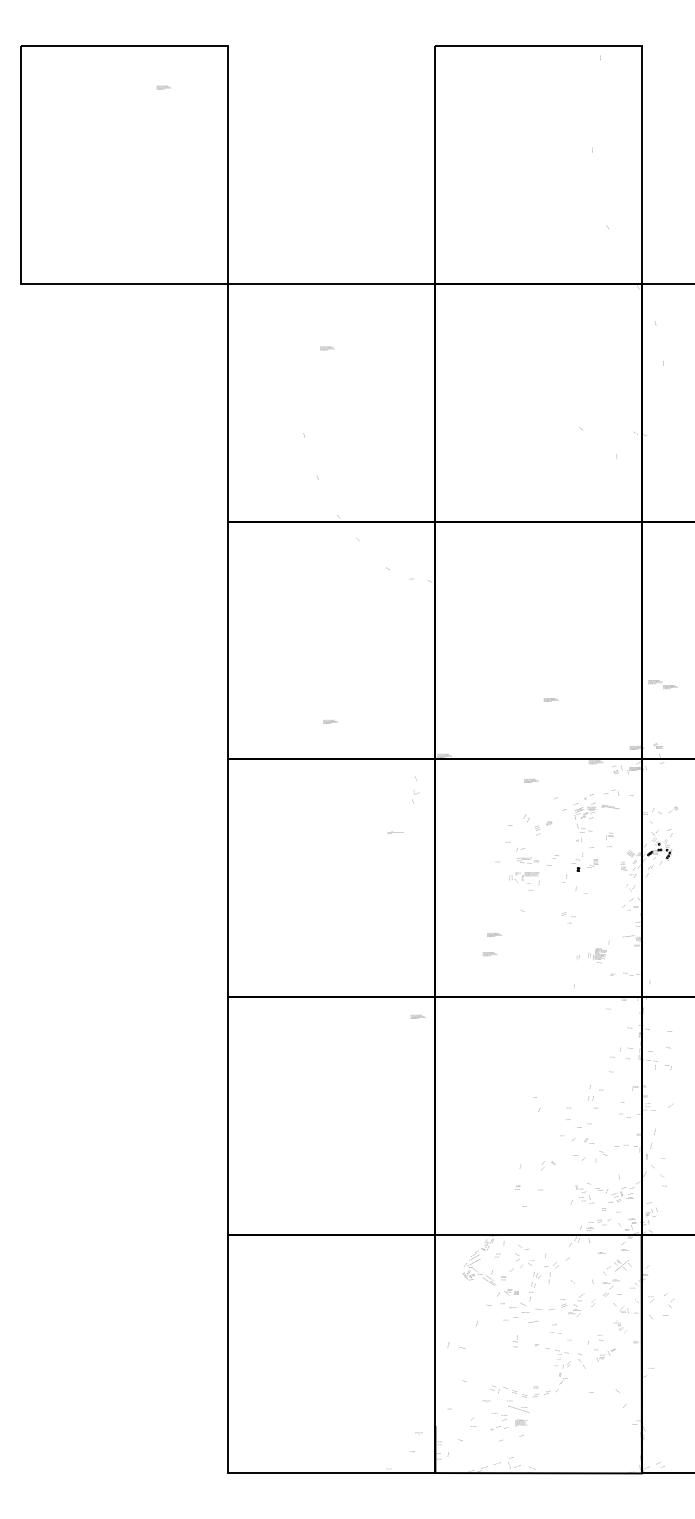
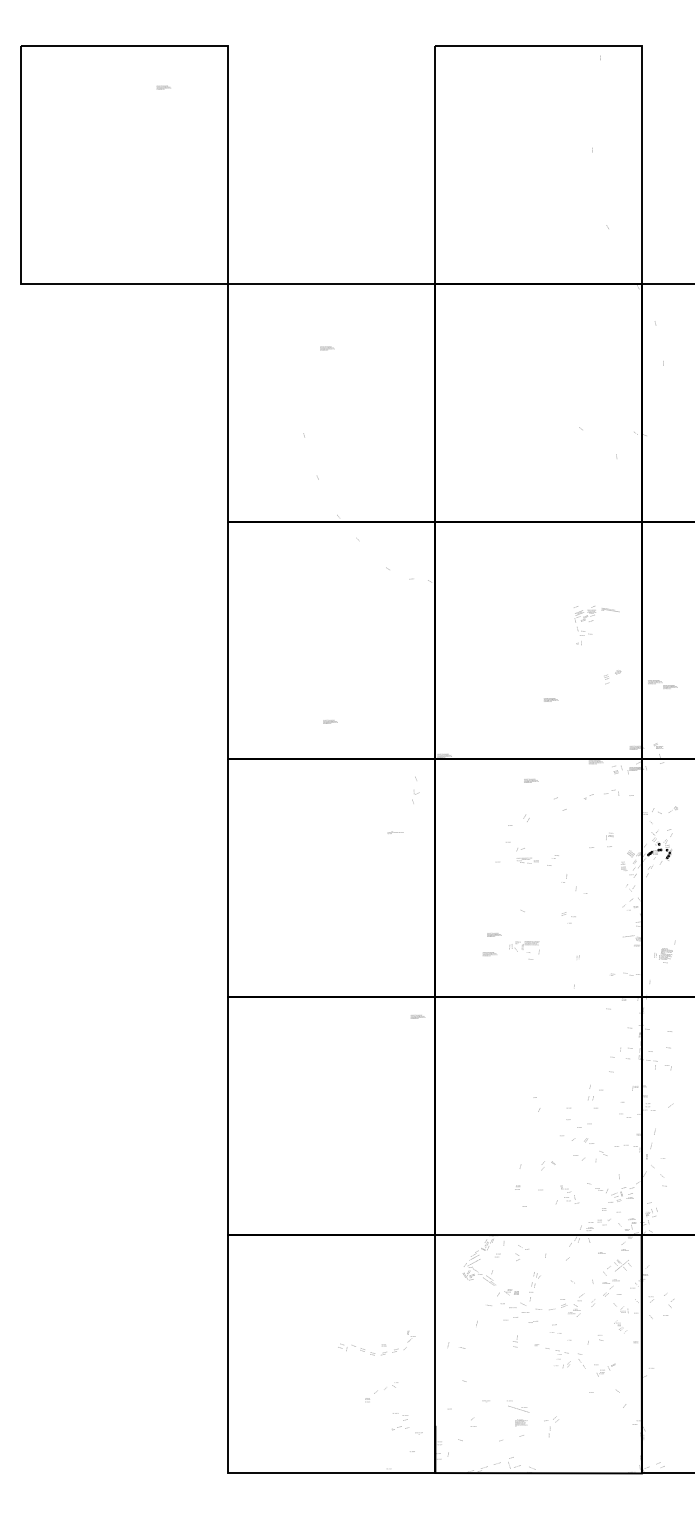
text at (596, 822) position: (596, 822) -> (596, 625)
text at (543, 827) position: (543, 827) -> (612, 676)
part at (585, 862): present -> none
text at (524, 881) position: (524, 881) -> (524, 950)
text at (598, 951) position: (598, 951) -> (664, 951)
text at (582, 1194) position: (582, 1194) -> (567, 1194)
text at (517, 1269) position: (517, 1269) -> (381, 1391)
text at (551, 1272) position: (551, 1272) -> (551, 1426)
text at (604, 1355) position: (604, 1355) -> (604, 1370)
text at (528, 1385) position: (528, 1385) -> (376, 1343)
text at (499, 1421) position: (499, 1421) -> (400, 1421)
